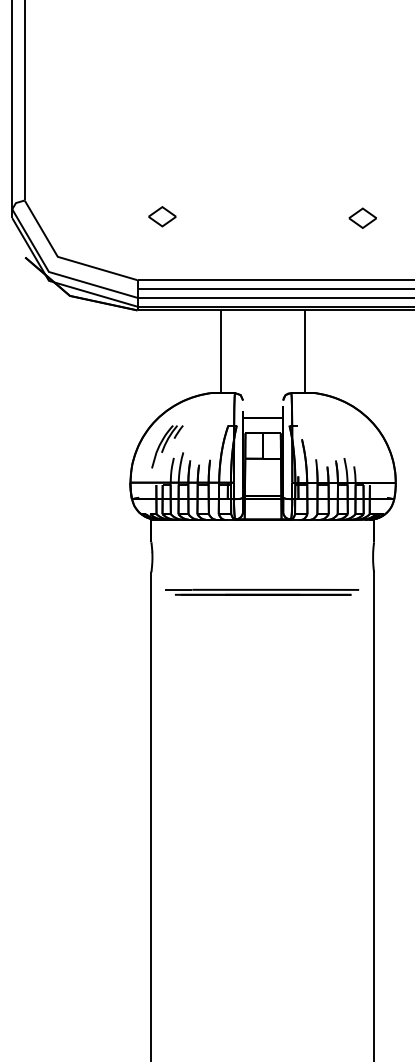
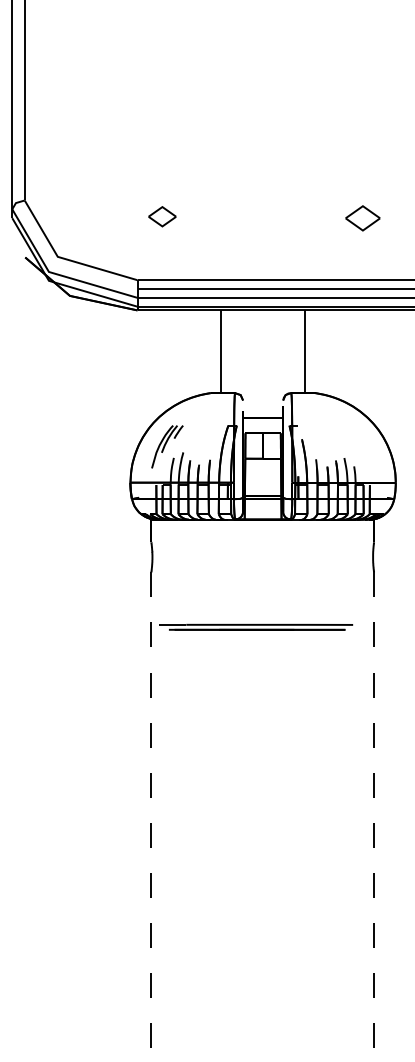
part at (362, 217) size: 29x22 px -> 36x27 px
part at (262, 591) position: (262, 591) -> (256, 626)
line at (374, 816): solid -> dashed
line at (151, 817): solid -> dashed
